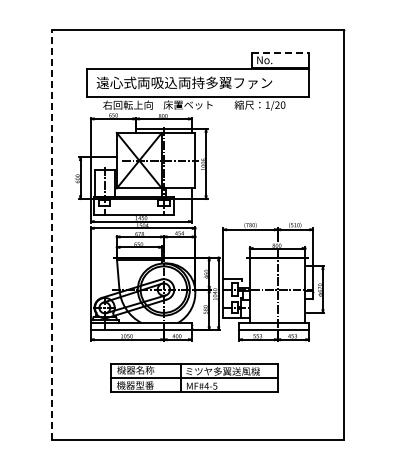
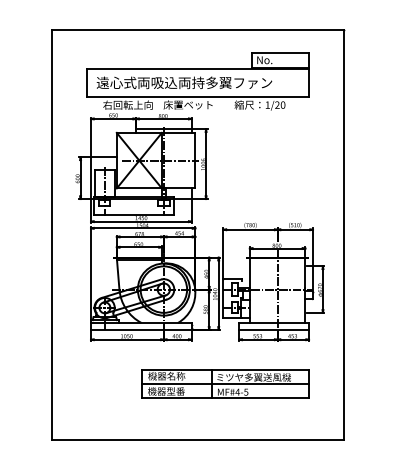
line at (281, 52): dashed -> solid
line at (52, 234): dashed -> solid
part at (194, 377) position: (194, 377) -> (225, 383)
